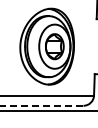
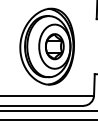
line at (41, 105): dashed -> solid
line at (48, 119): none -> present
